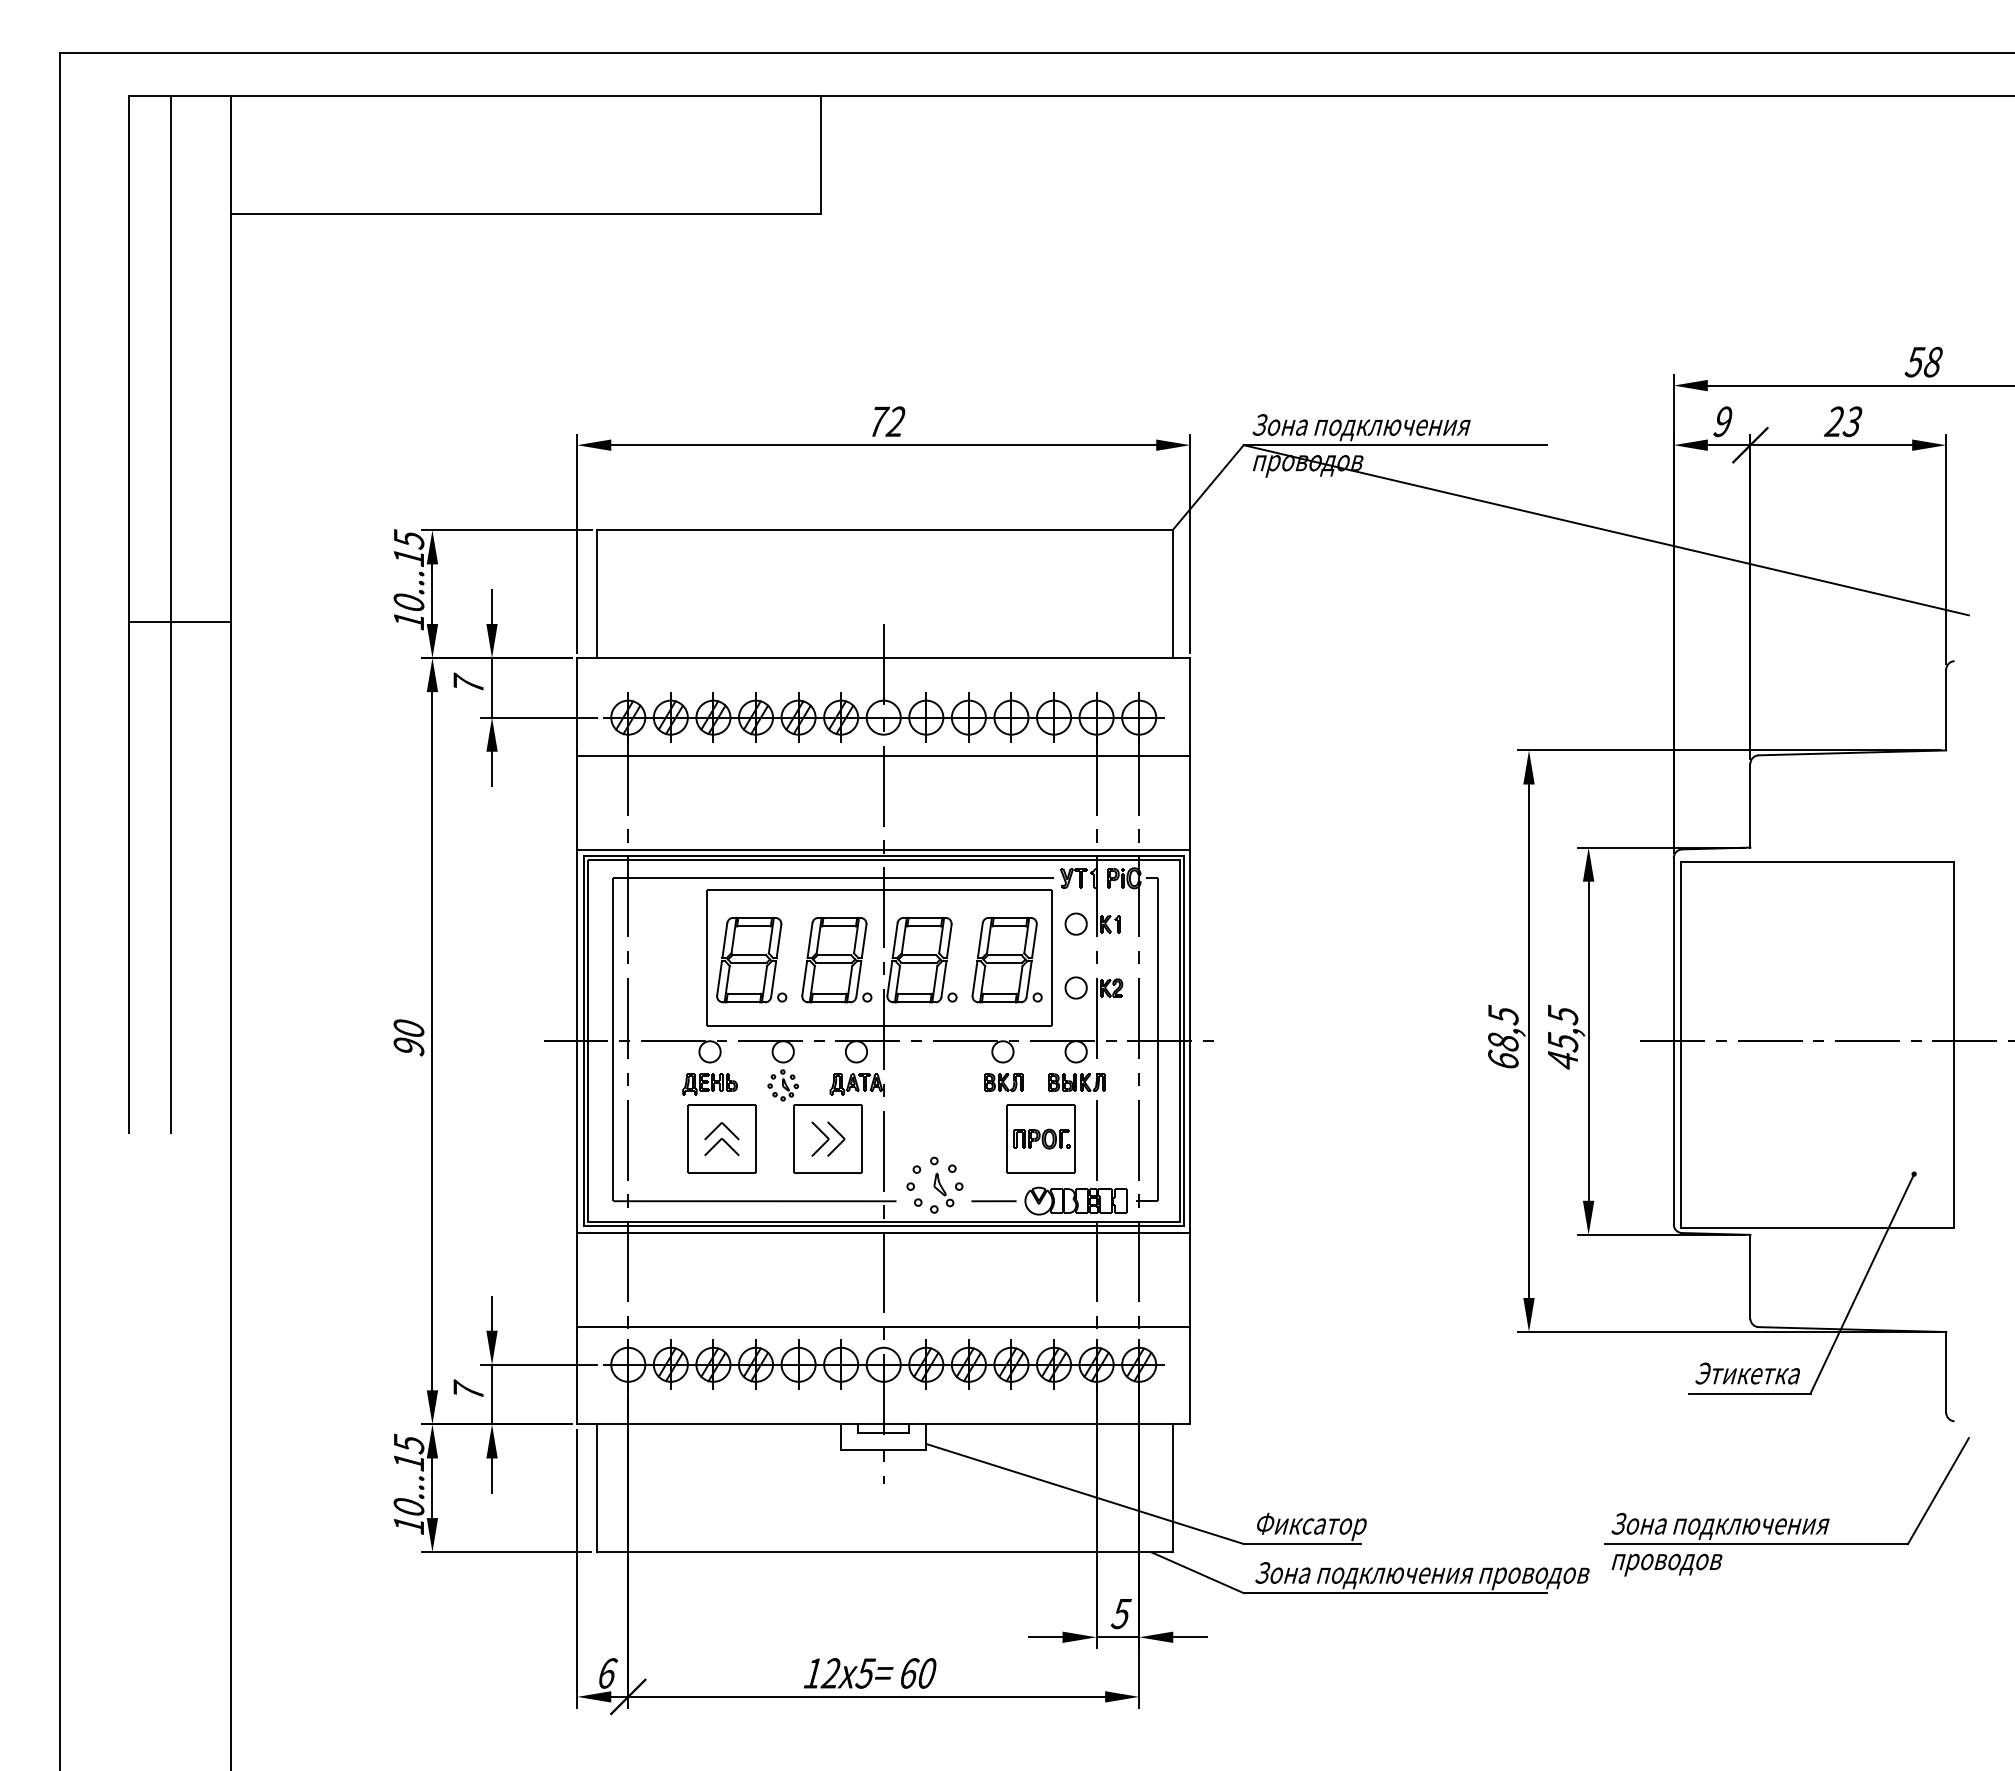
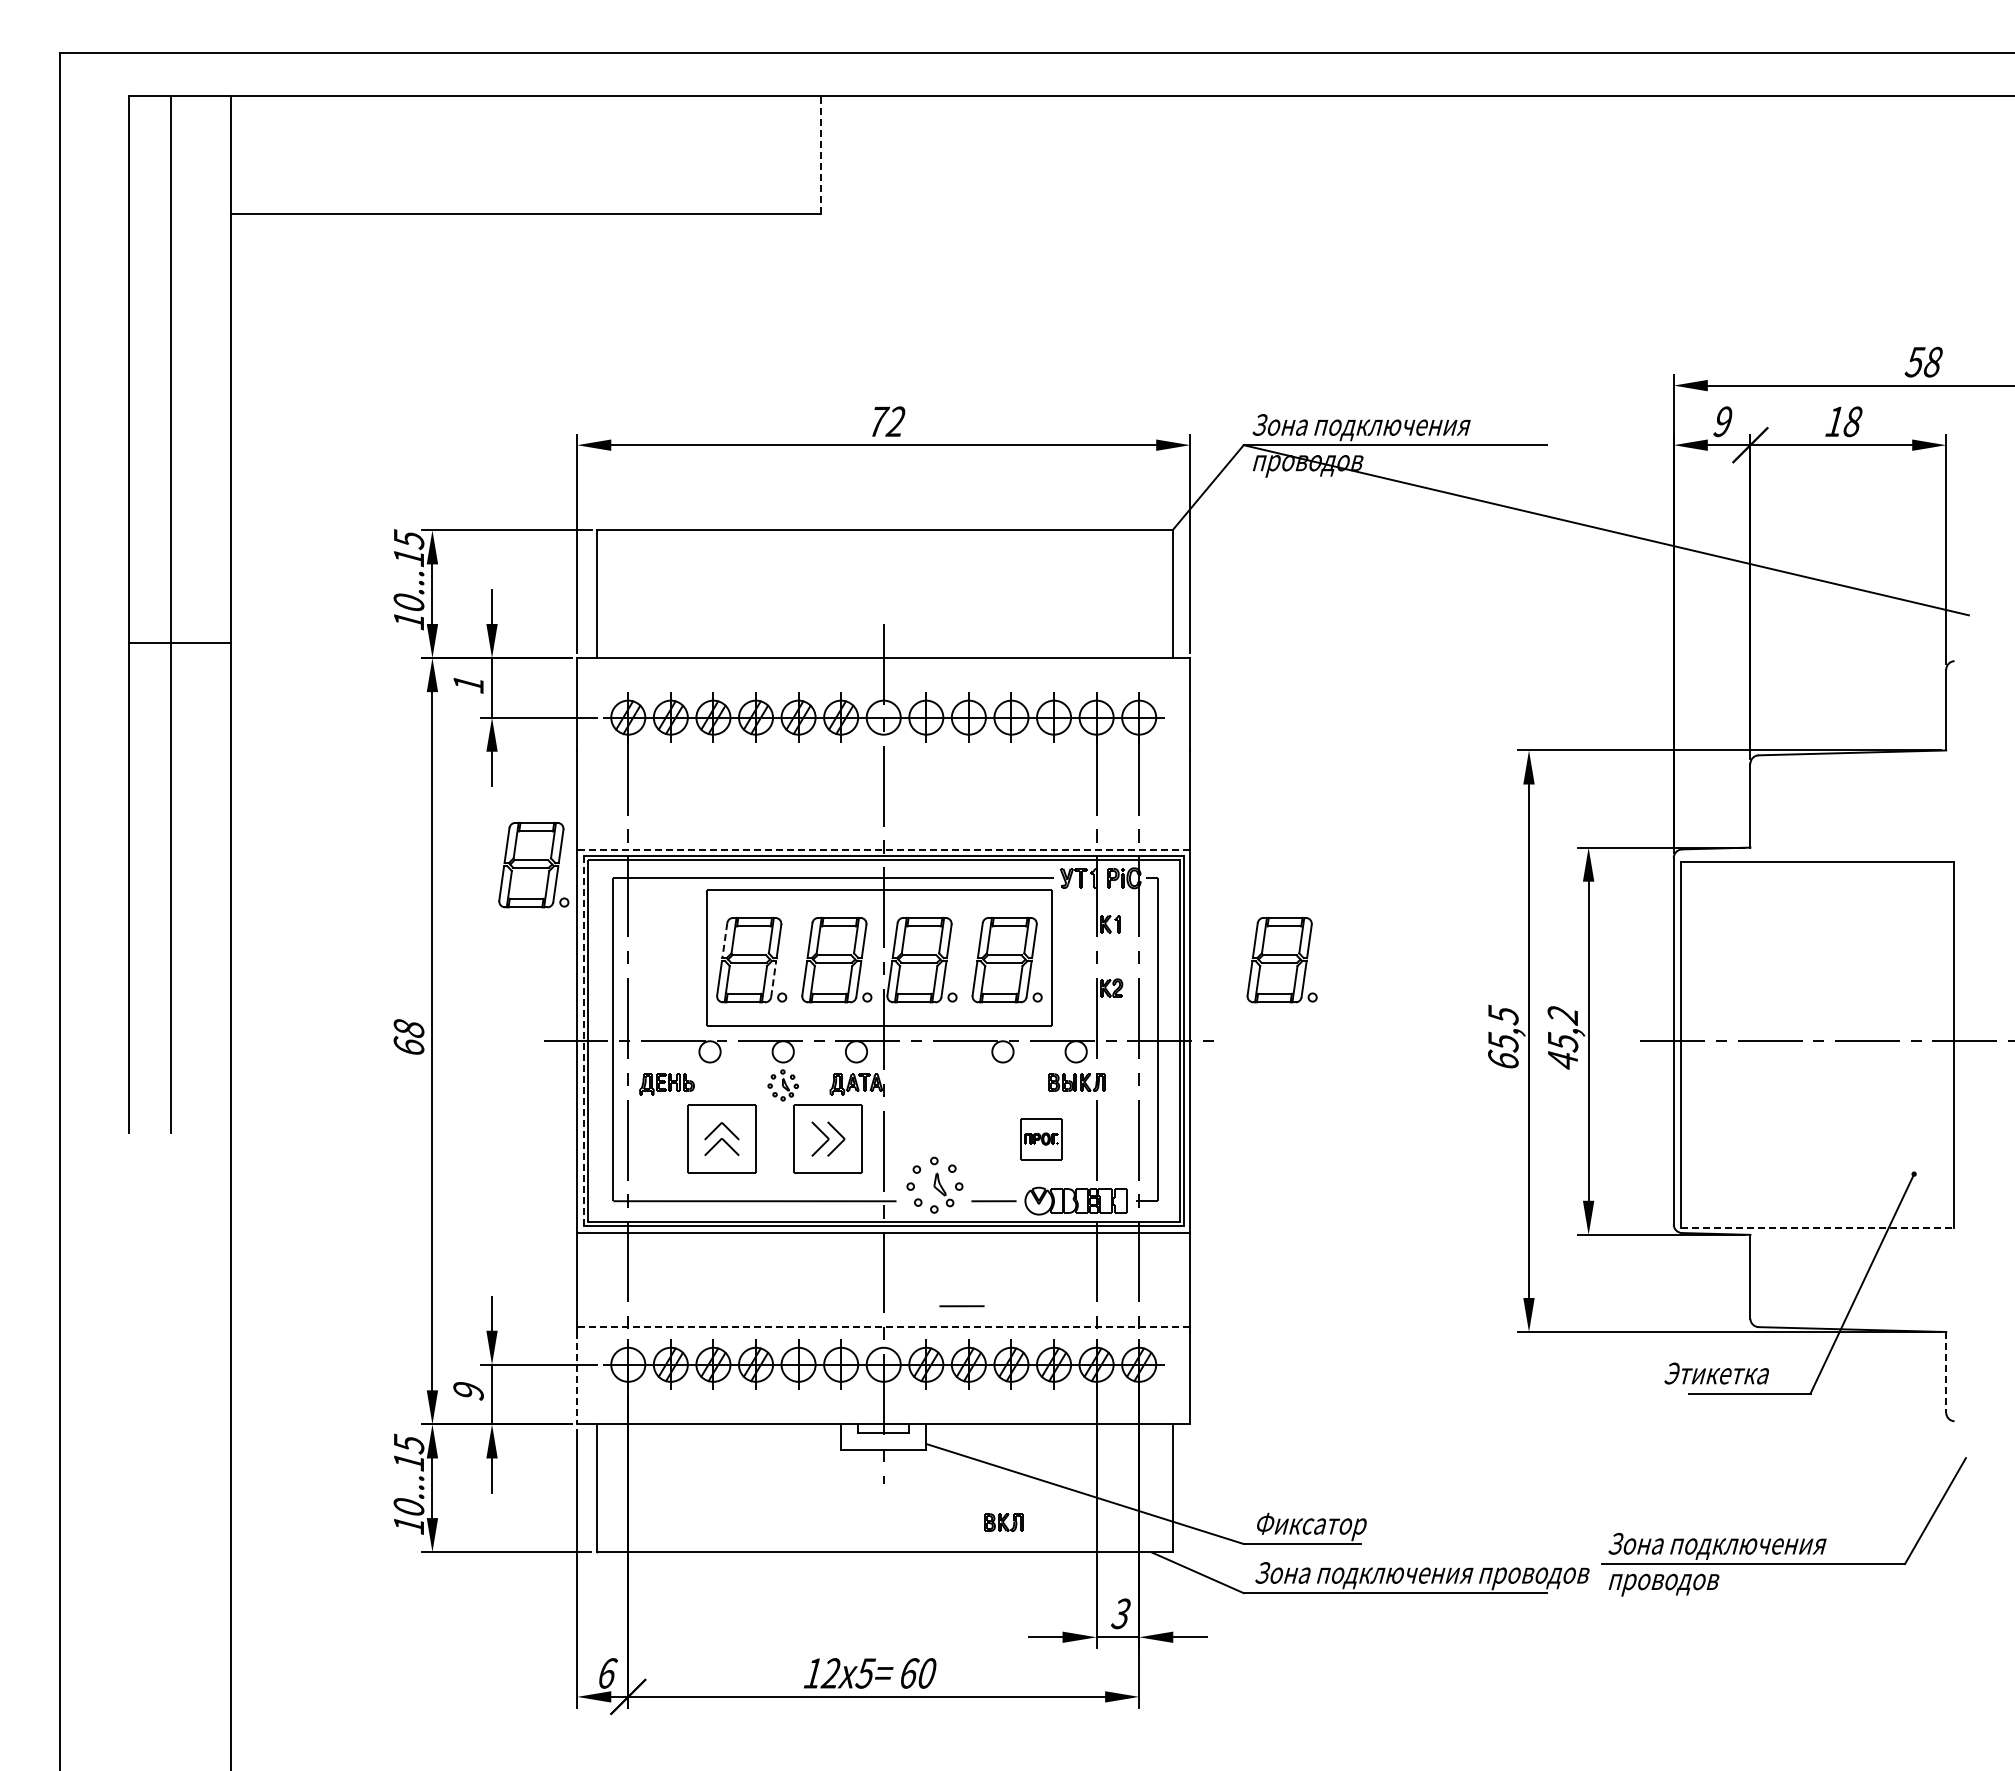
line at (821, 154): solid -> dashed
text at (1843, 421): 23 -> 18
line at (179, 622) position: (179, 622) -> (179, 643)
text at (468, 682): 7 -> 1
line at (883, 755): present -> none
line at (883, 849): solid -> dashed
part at (533, 865): none -> present
part at (1075, 923): present -> none
line at (724, 940): solid -> dashed
part at (1281, 960): none -> present
line at (773, 978): solid -> dashed
part at (1075, 987): present -> none
text at (1562, 1015): 45,5 -> 45,2
text at (408, 1037): 90 -> 68
line at (583, 1041): solid -> dashed
text at (1503, 1041): 68,5 -> 65,5
part at (1003, 1082) position: (1003, 1082) -> (1003, 1522)
part at (709, 1084) position: (709, 1084) -> (666, 1084)
part at (1040, 1138) size: 70x70 px -> 43x43 px
line at (1818, 1228): solid -> dashed
line at (961, 1306): none -> present
line at (883, 1326): solid -> dashed
line at (1946, 1372): solid -> dashed
text at (1747, 1373) position: (1747, 1373) -> (1716, 1373)
line at (577, 1378): solid -> dashed
text at (468, 1389): 7 -> 9
part at (1784, 1518) position: (1784, 1518) -> (1781, 1538)
text at (1121, 1613): 5 -> 3
